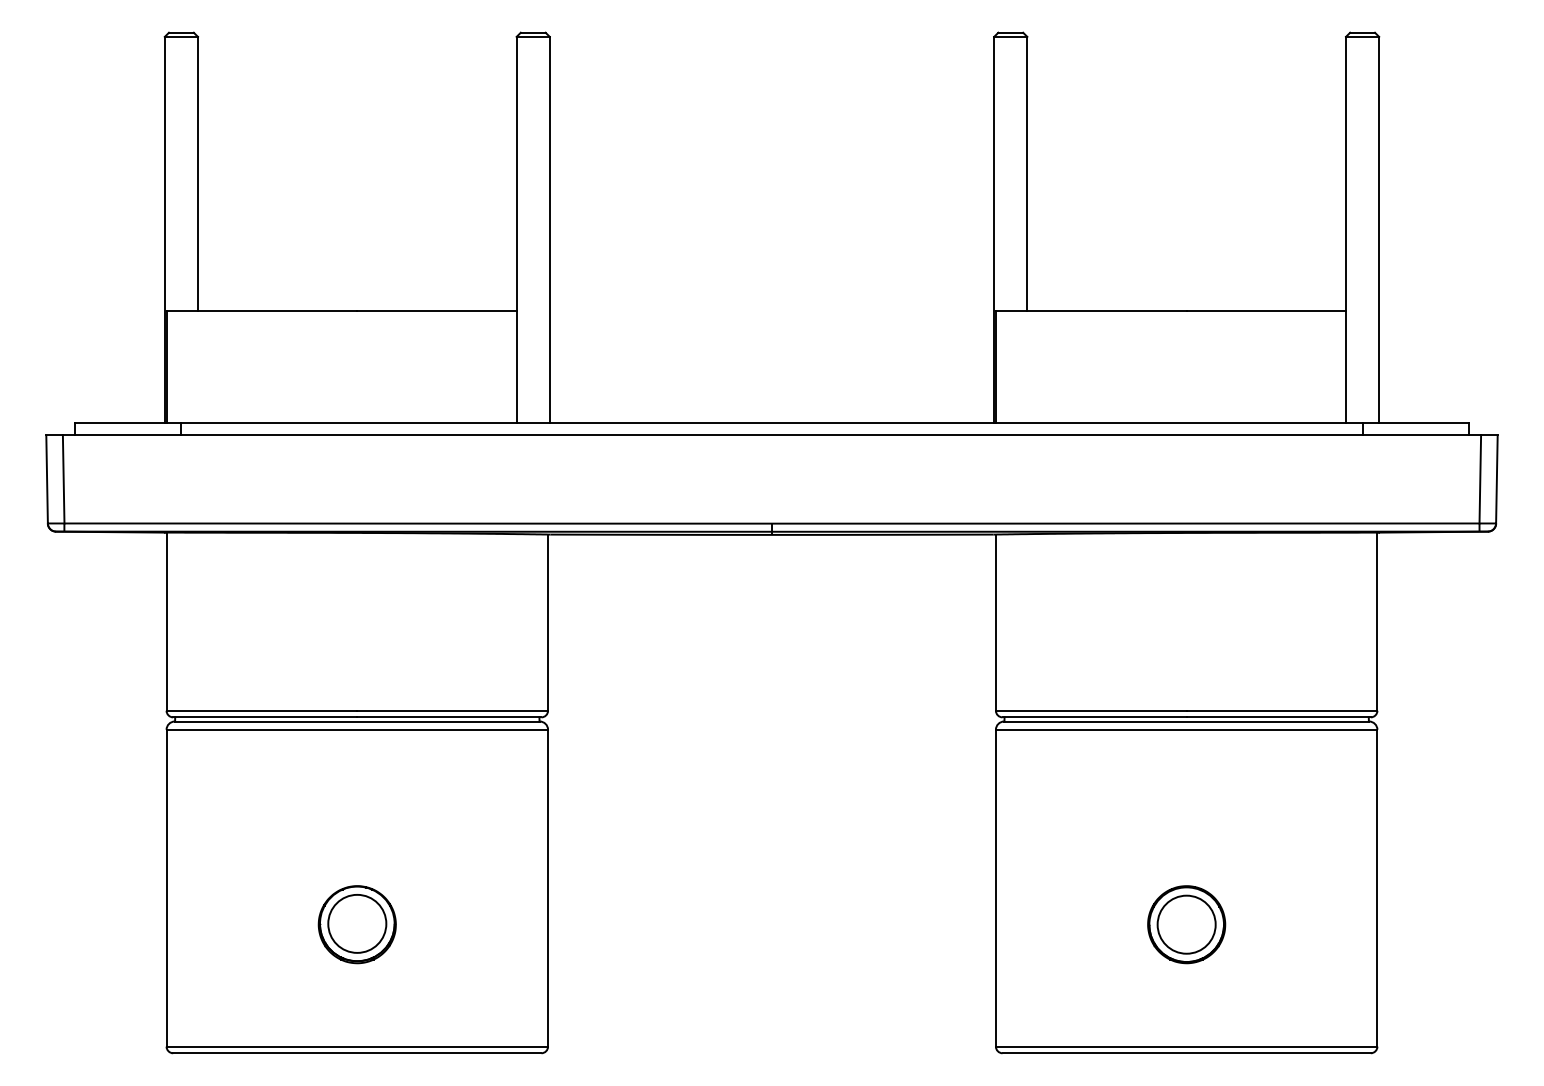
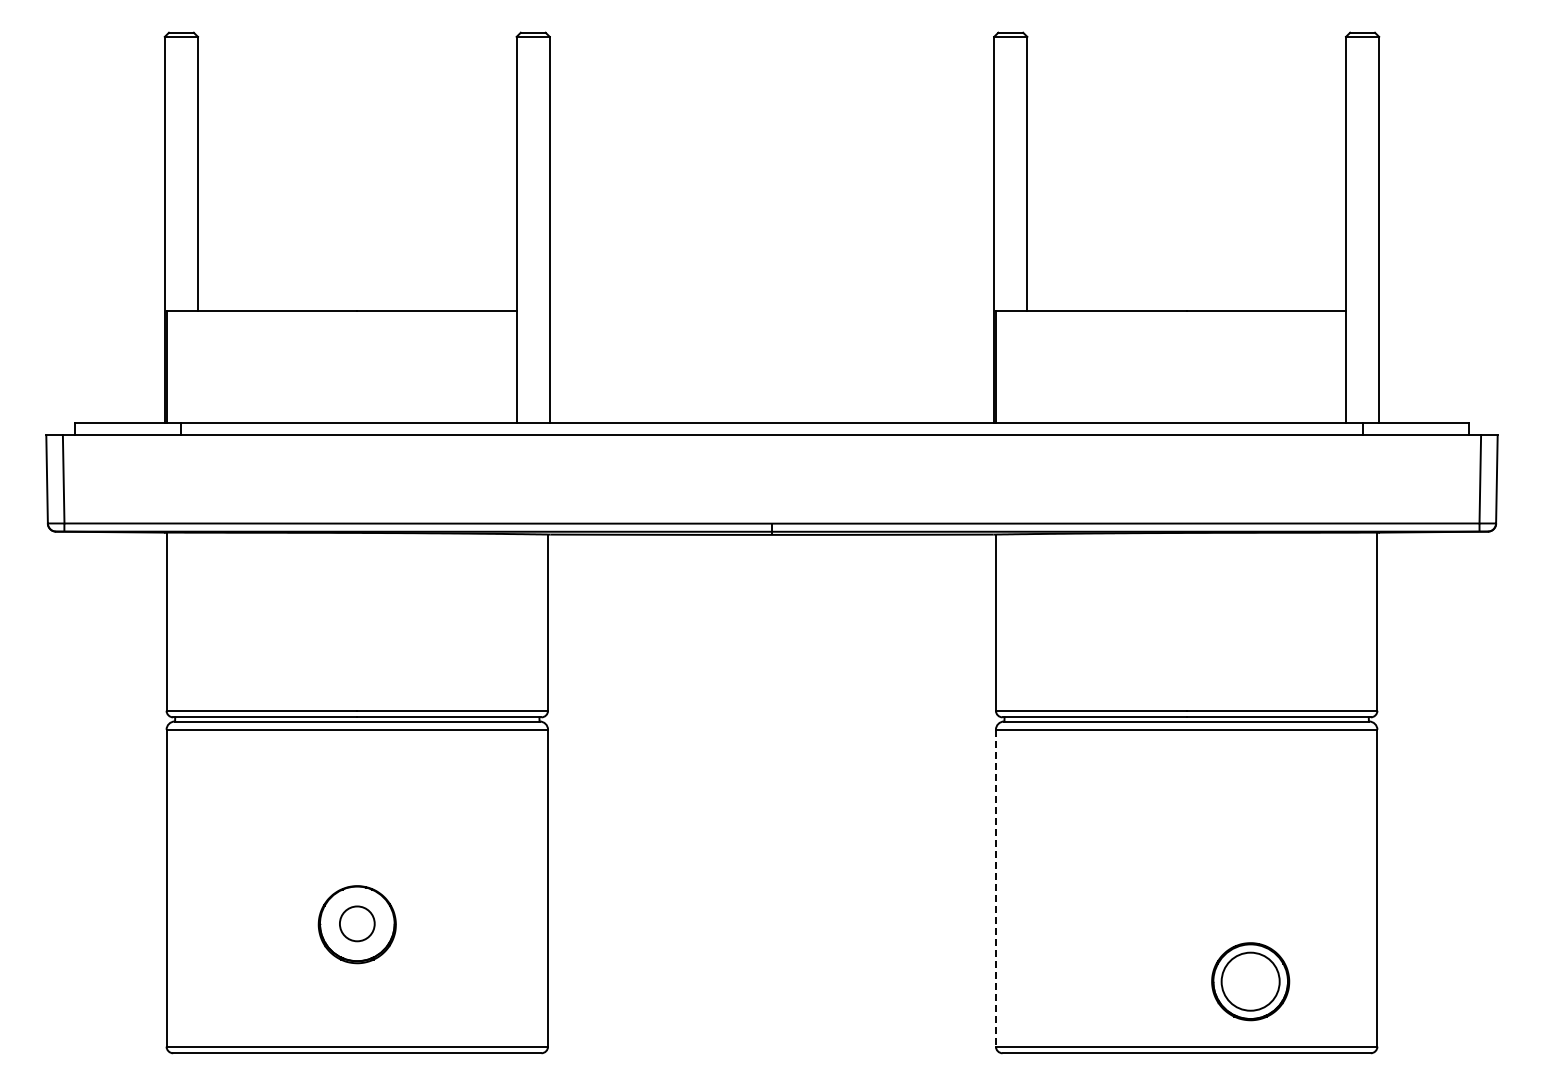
line at (995, 888): solid -> dashed
circle at (357, 923) diameter: 58 px -> 35 px
part at (1186, 924) position: (1186, 924) -> (1250, 981)
